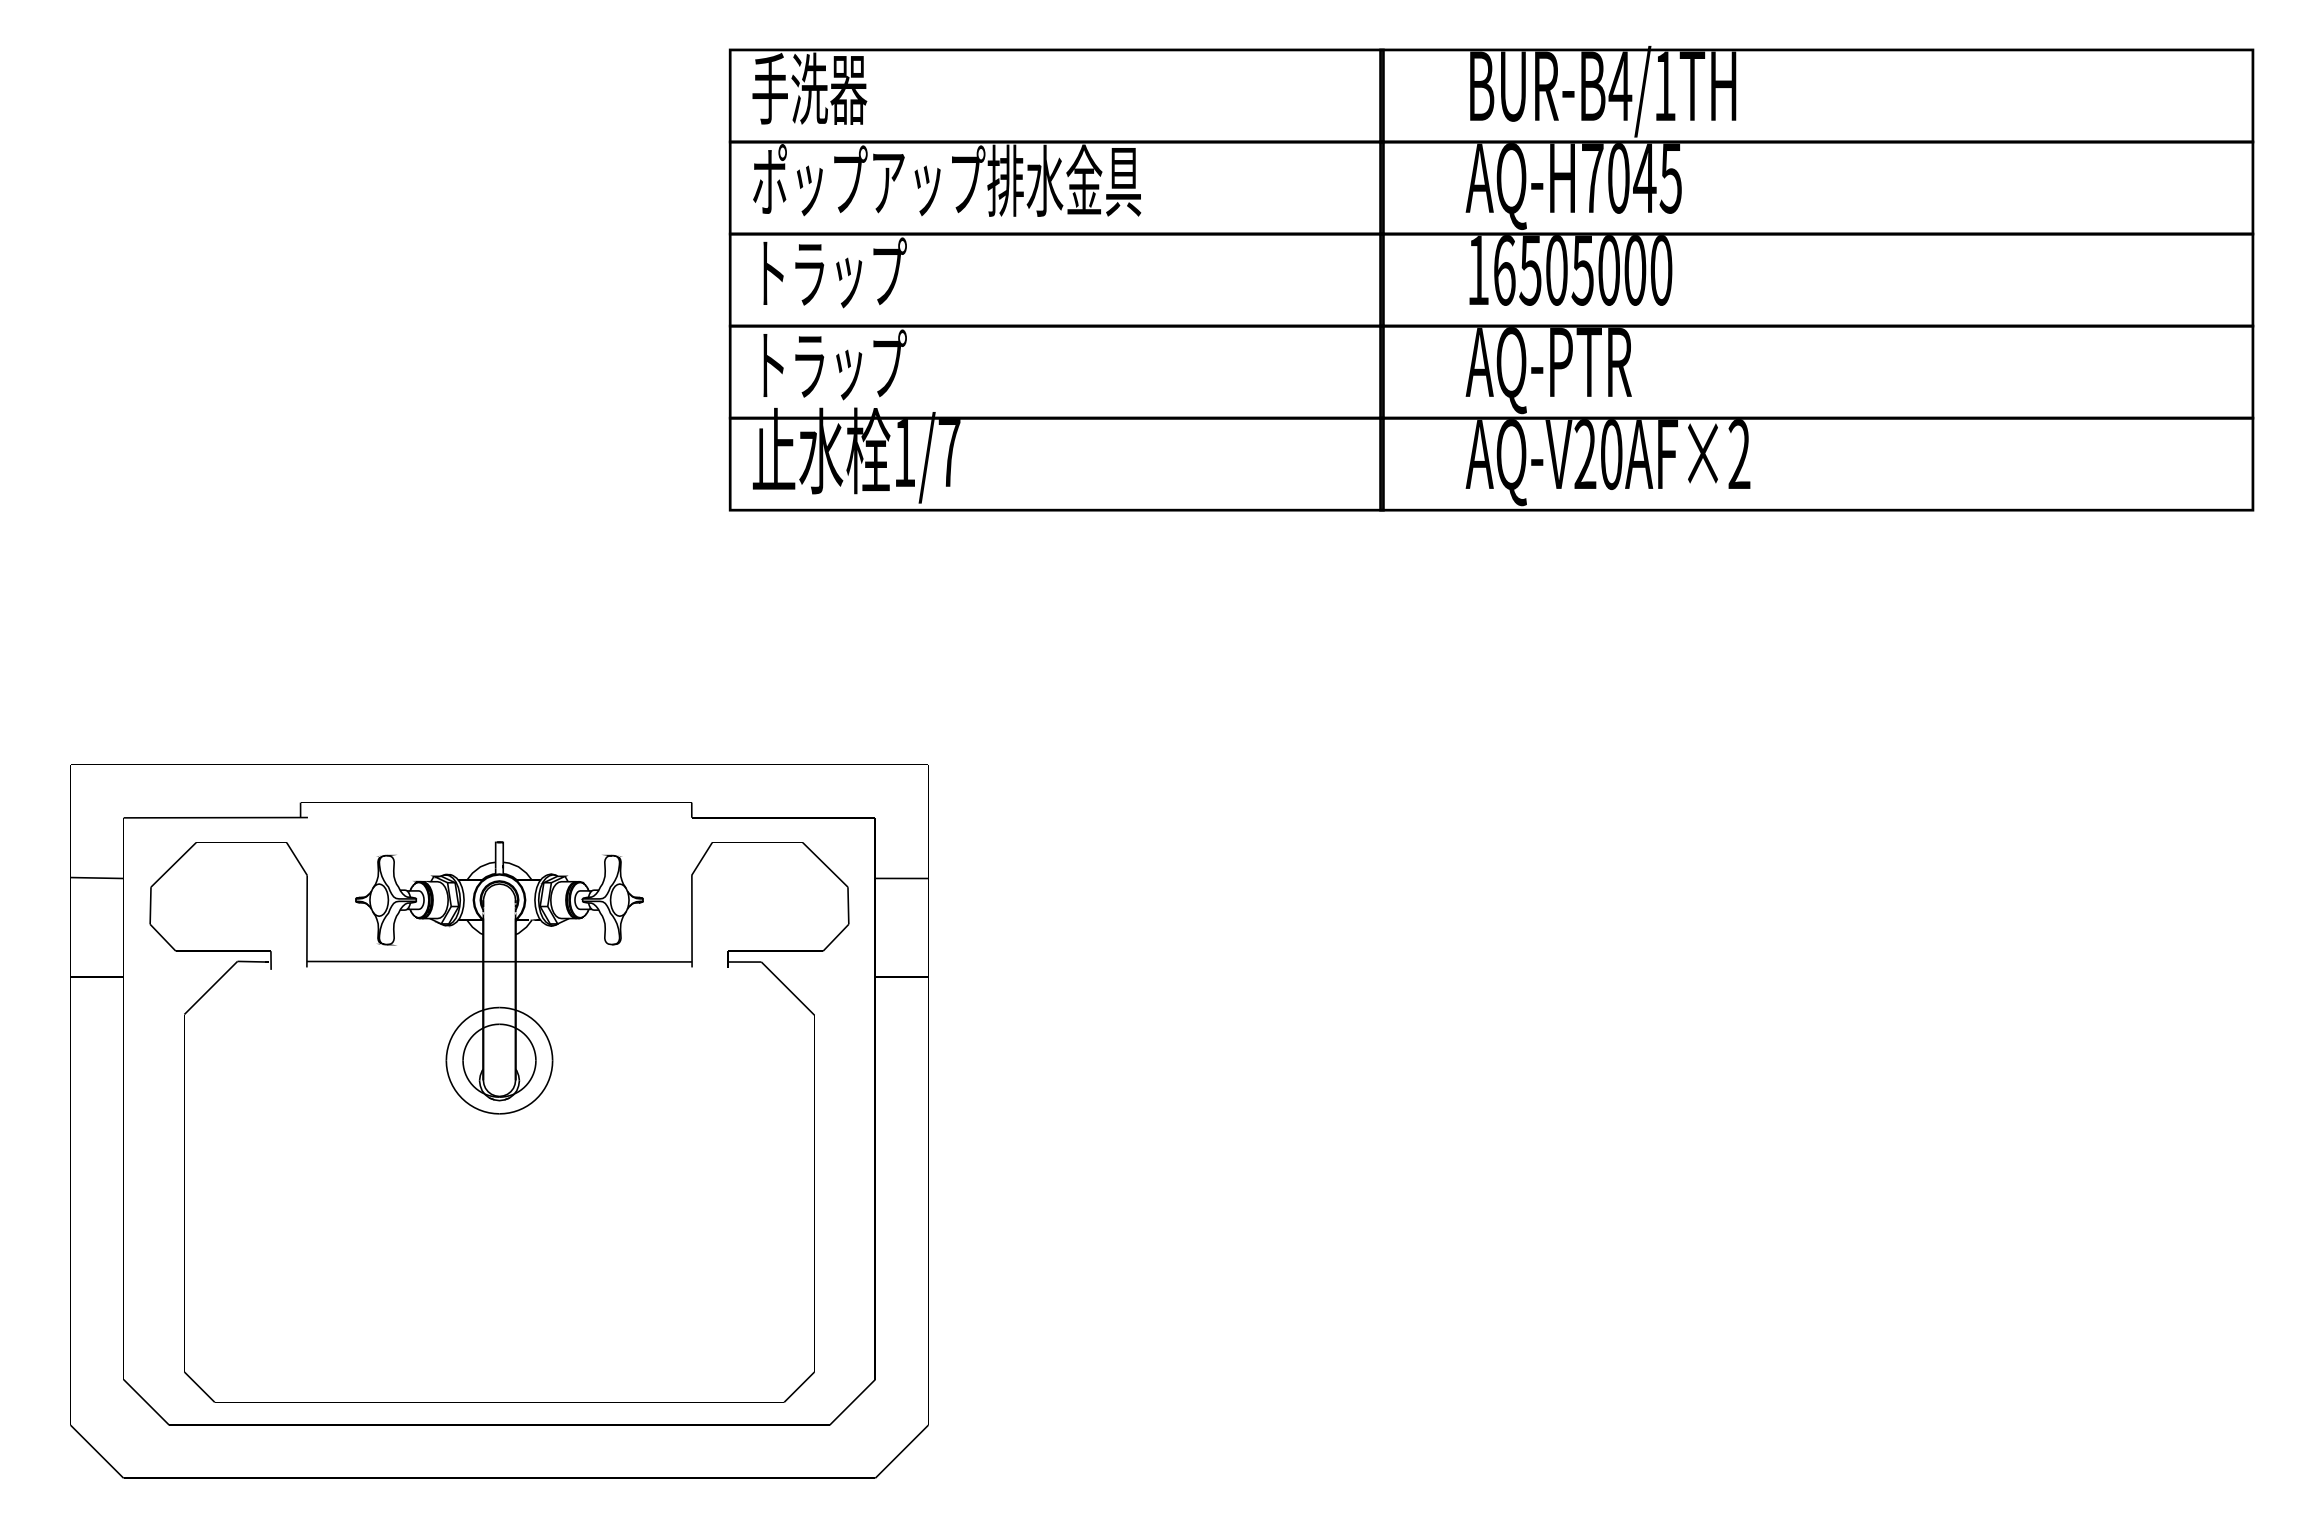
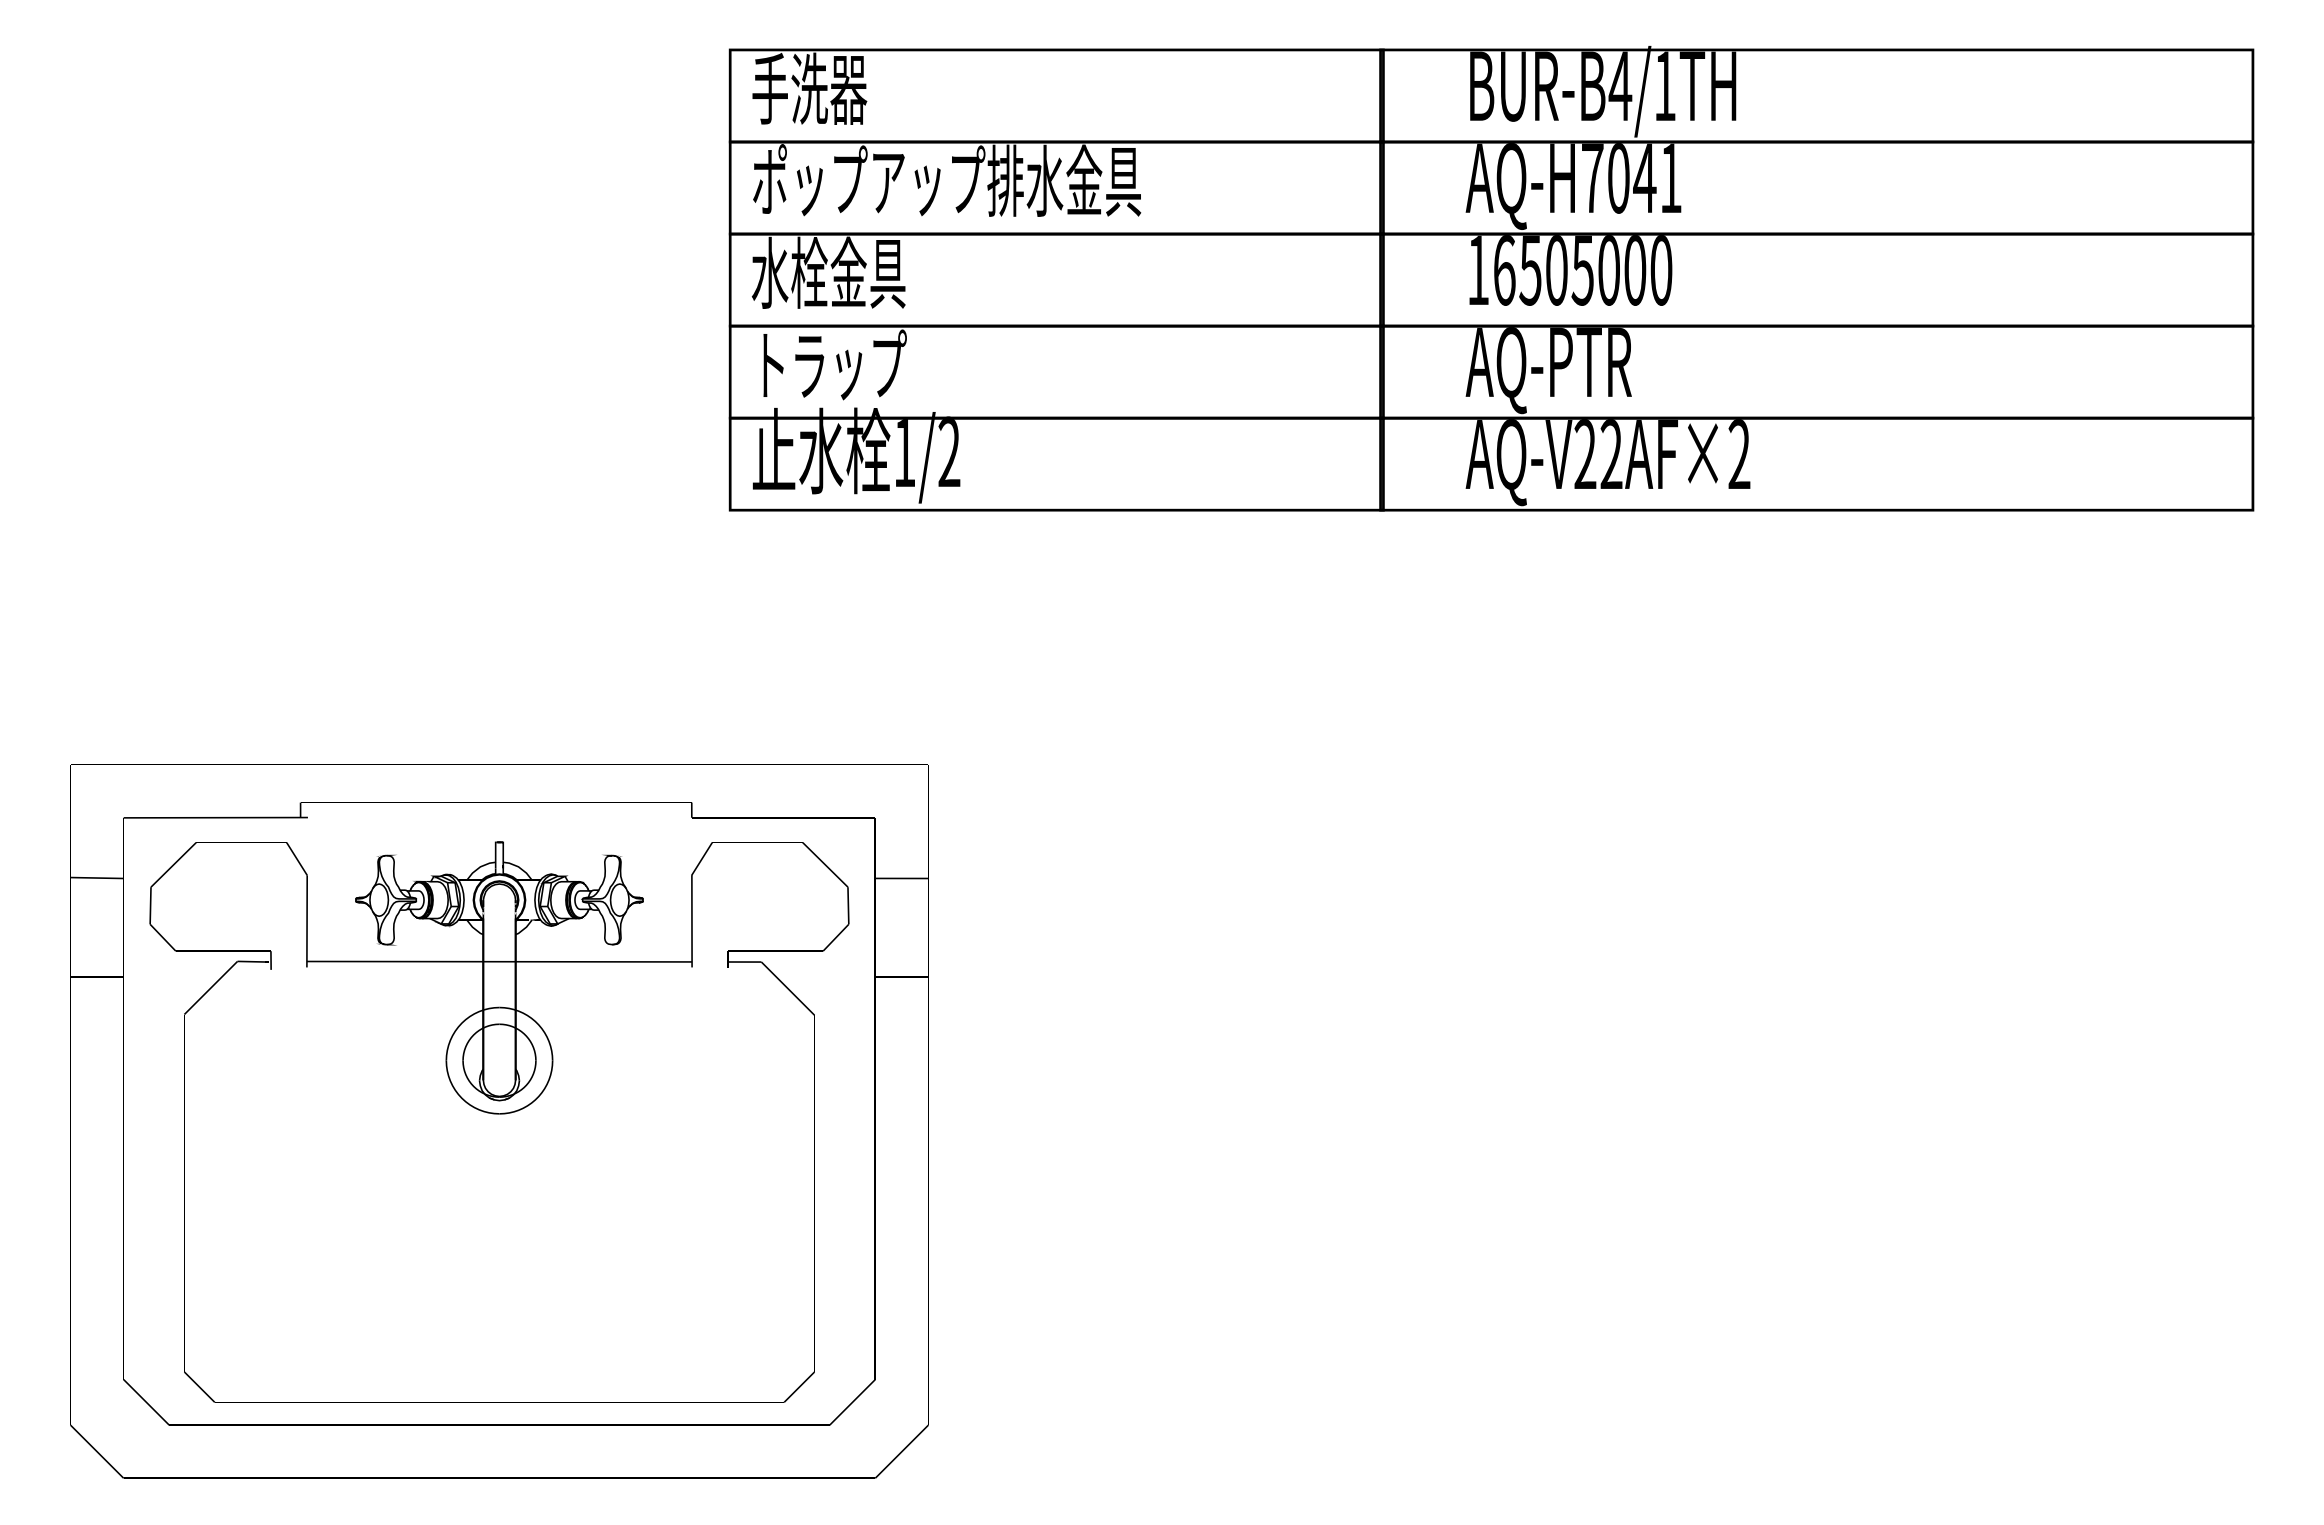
text at (1670, 178): AQ-H7045 -> AQ-H7041
text at (828, 272): トラップ -> 水栓金具
text at (949, 451): 1/7 -> 1/2
text at (1611, 454): AQ-V20AF×2 -> AQ-V22AF×2
